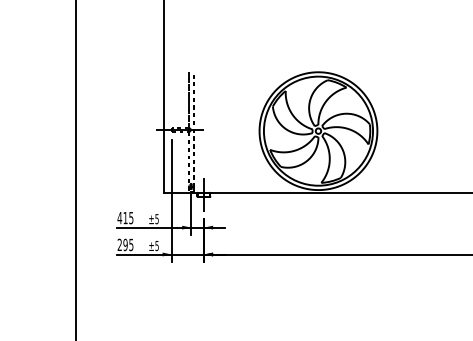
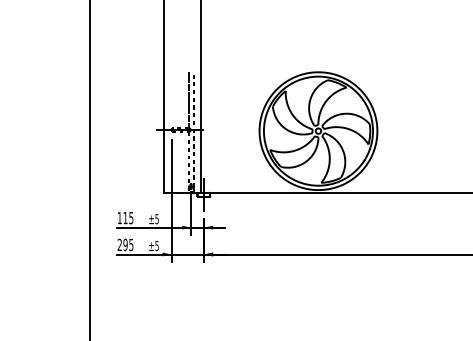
line at (201, 97): none -> present
line at (76, 169) position: (76, 169) -> (90, 169)
text at (119, 218): 415 -> 115
